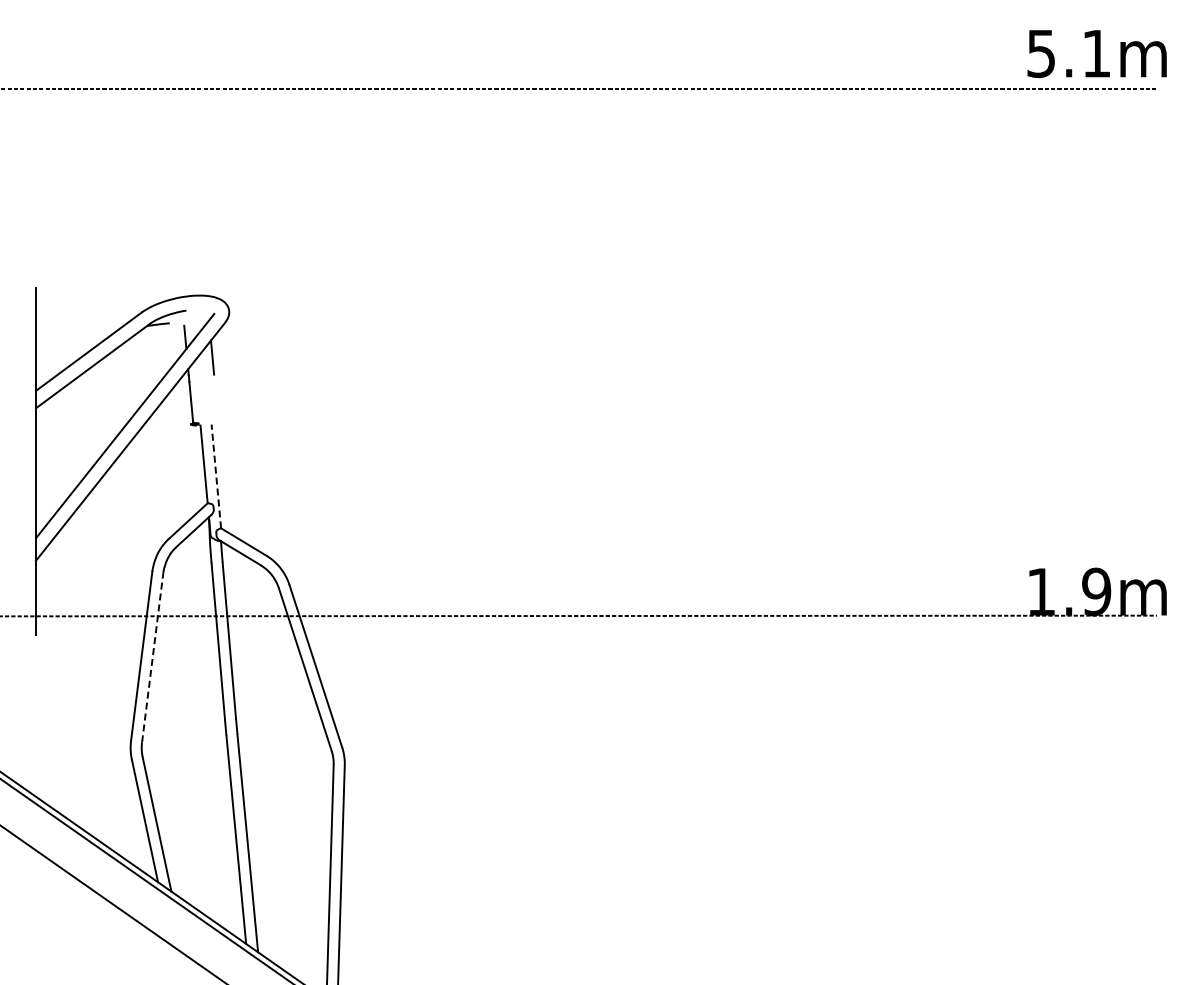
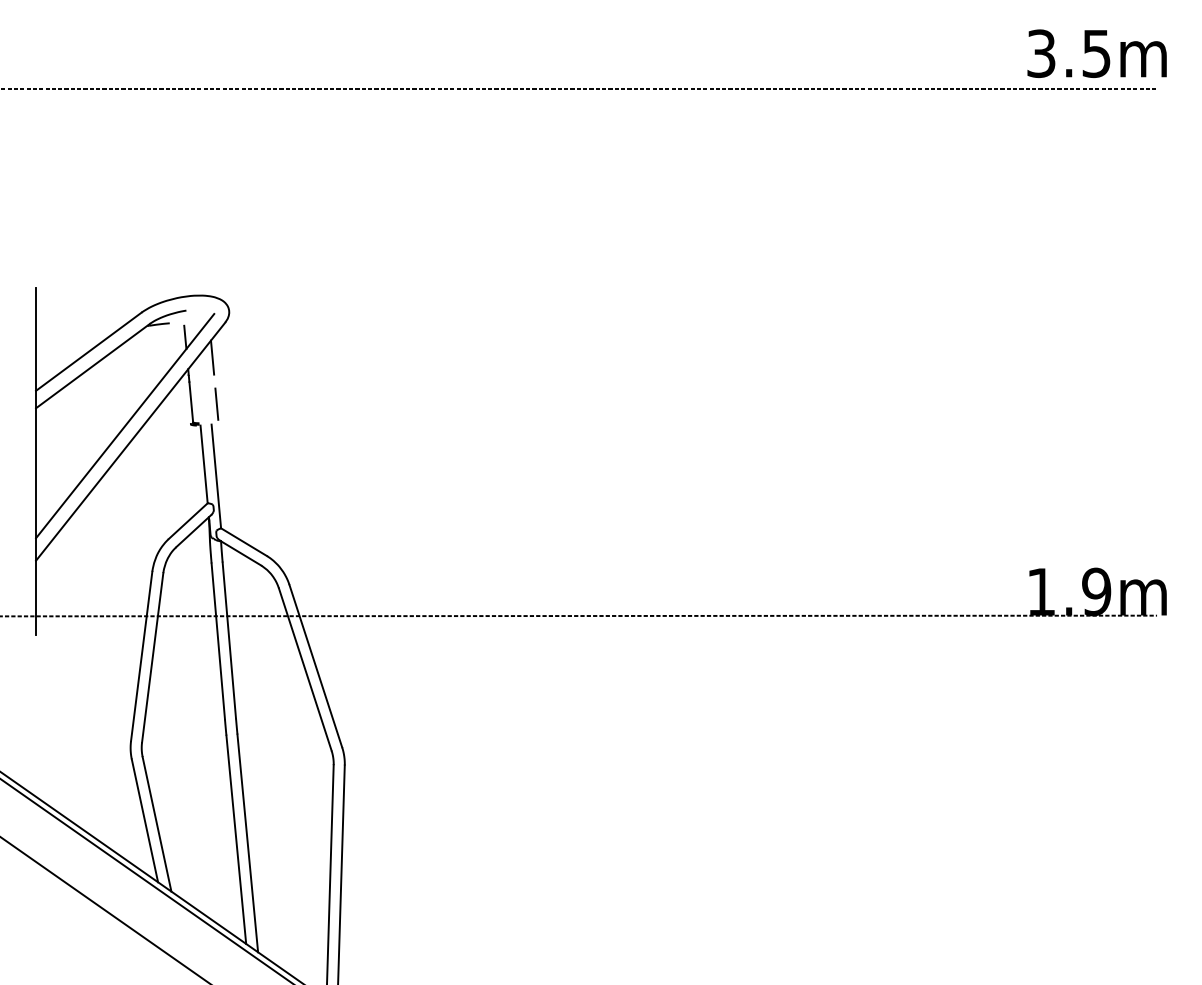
text at (1069, 53): 5.1m -> 3.5m
line at (216, 403): none -> present
line at (216, 475): dashed -> solid
line at (152, 657): dashed -> solid
line at (112, 903) position: (112, 903) -> (104, 909)
